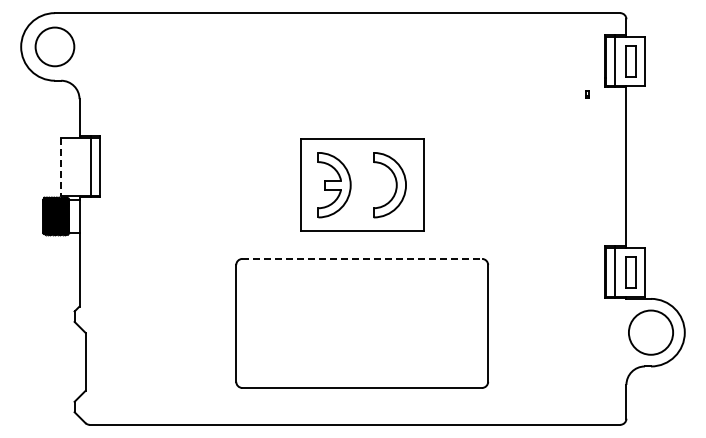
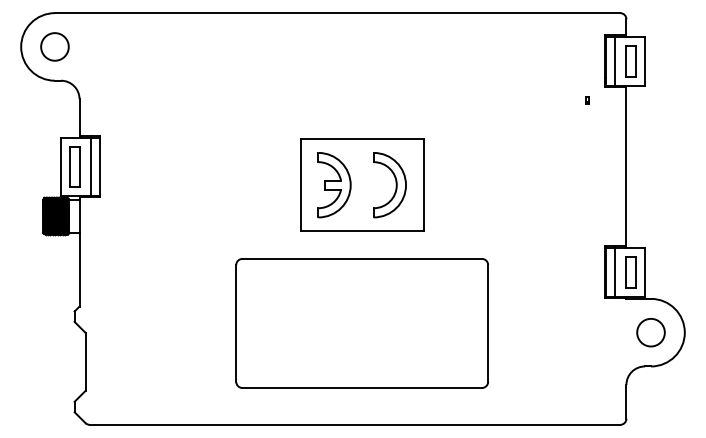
circle at (54, 46) diameter: 39 px -> 28 px
part at (587, 94) position: (587, 94) -> (587, 100)
part at (74, 166): none -> present
line at (61, 167): dashed -> solid
line at (362, 258): dashed -> solid
circle at (650, 332) diameter: 44 px -> 28 px
